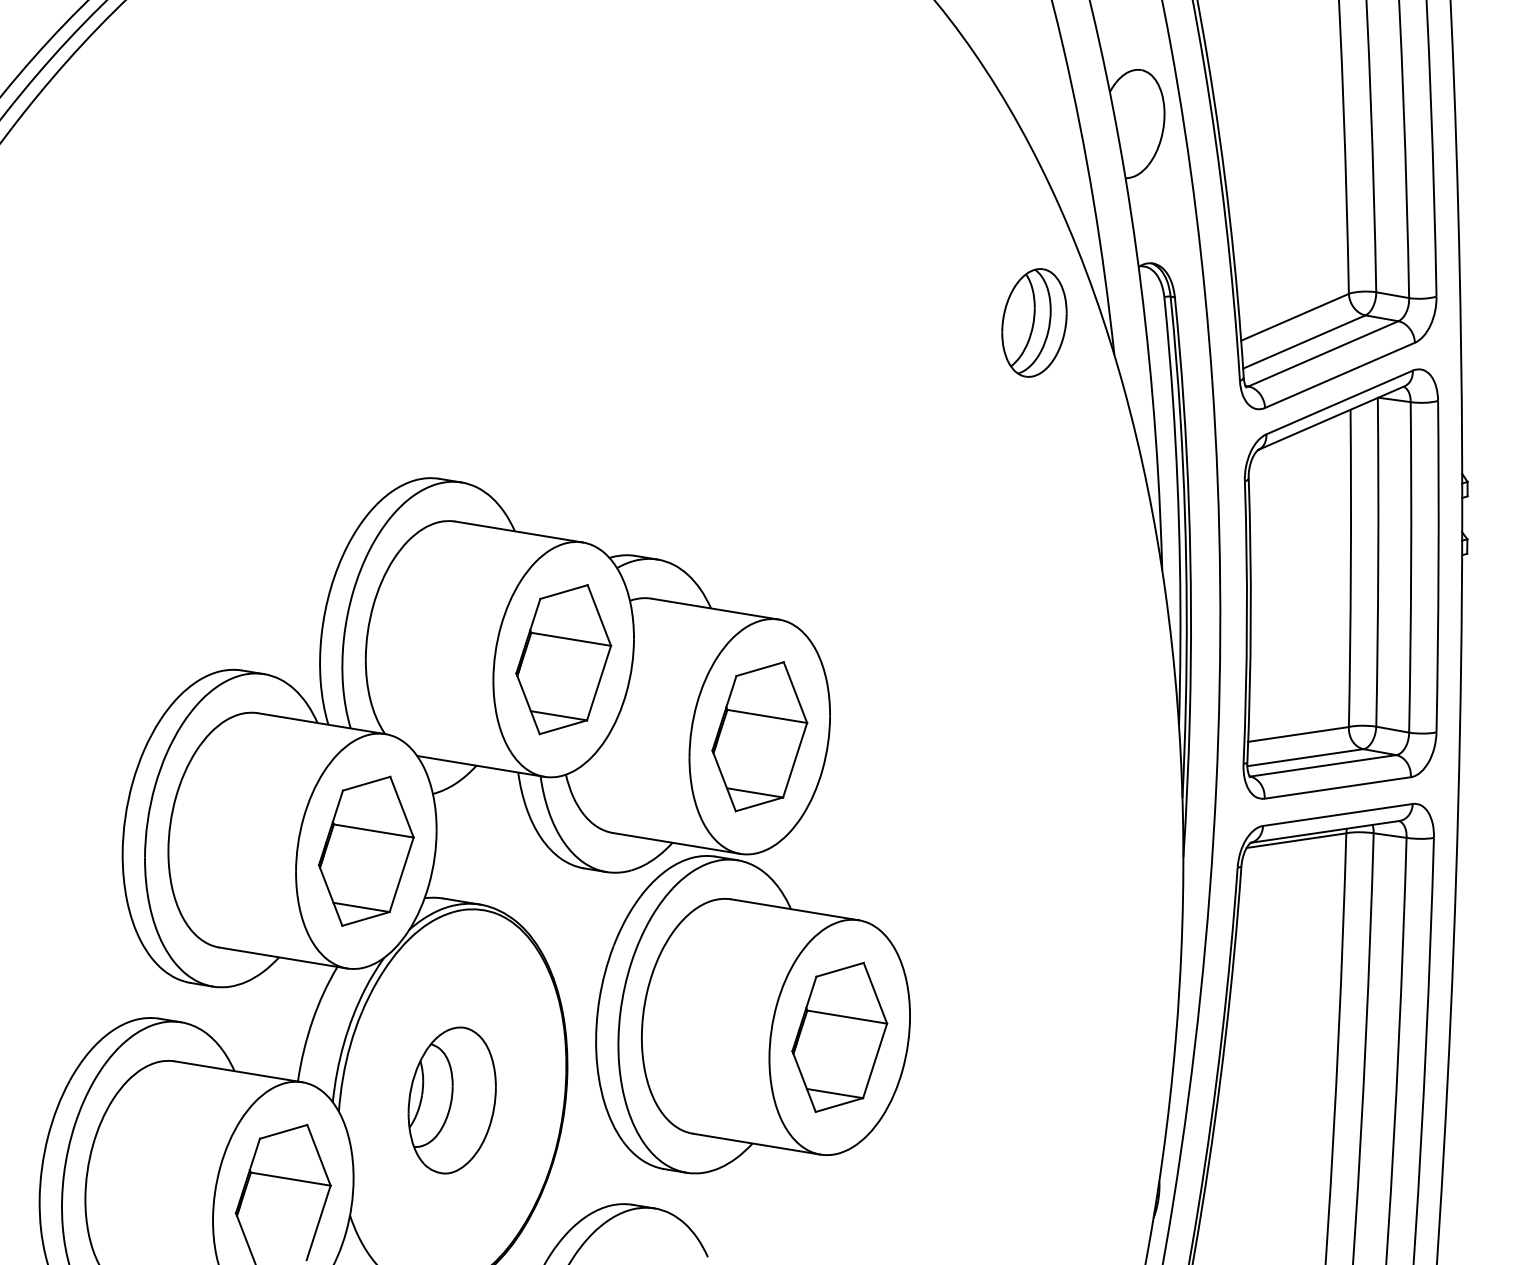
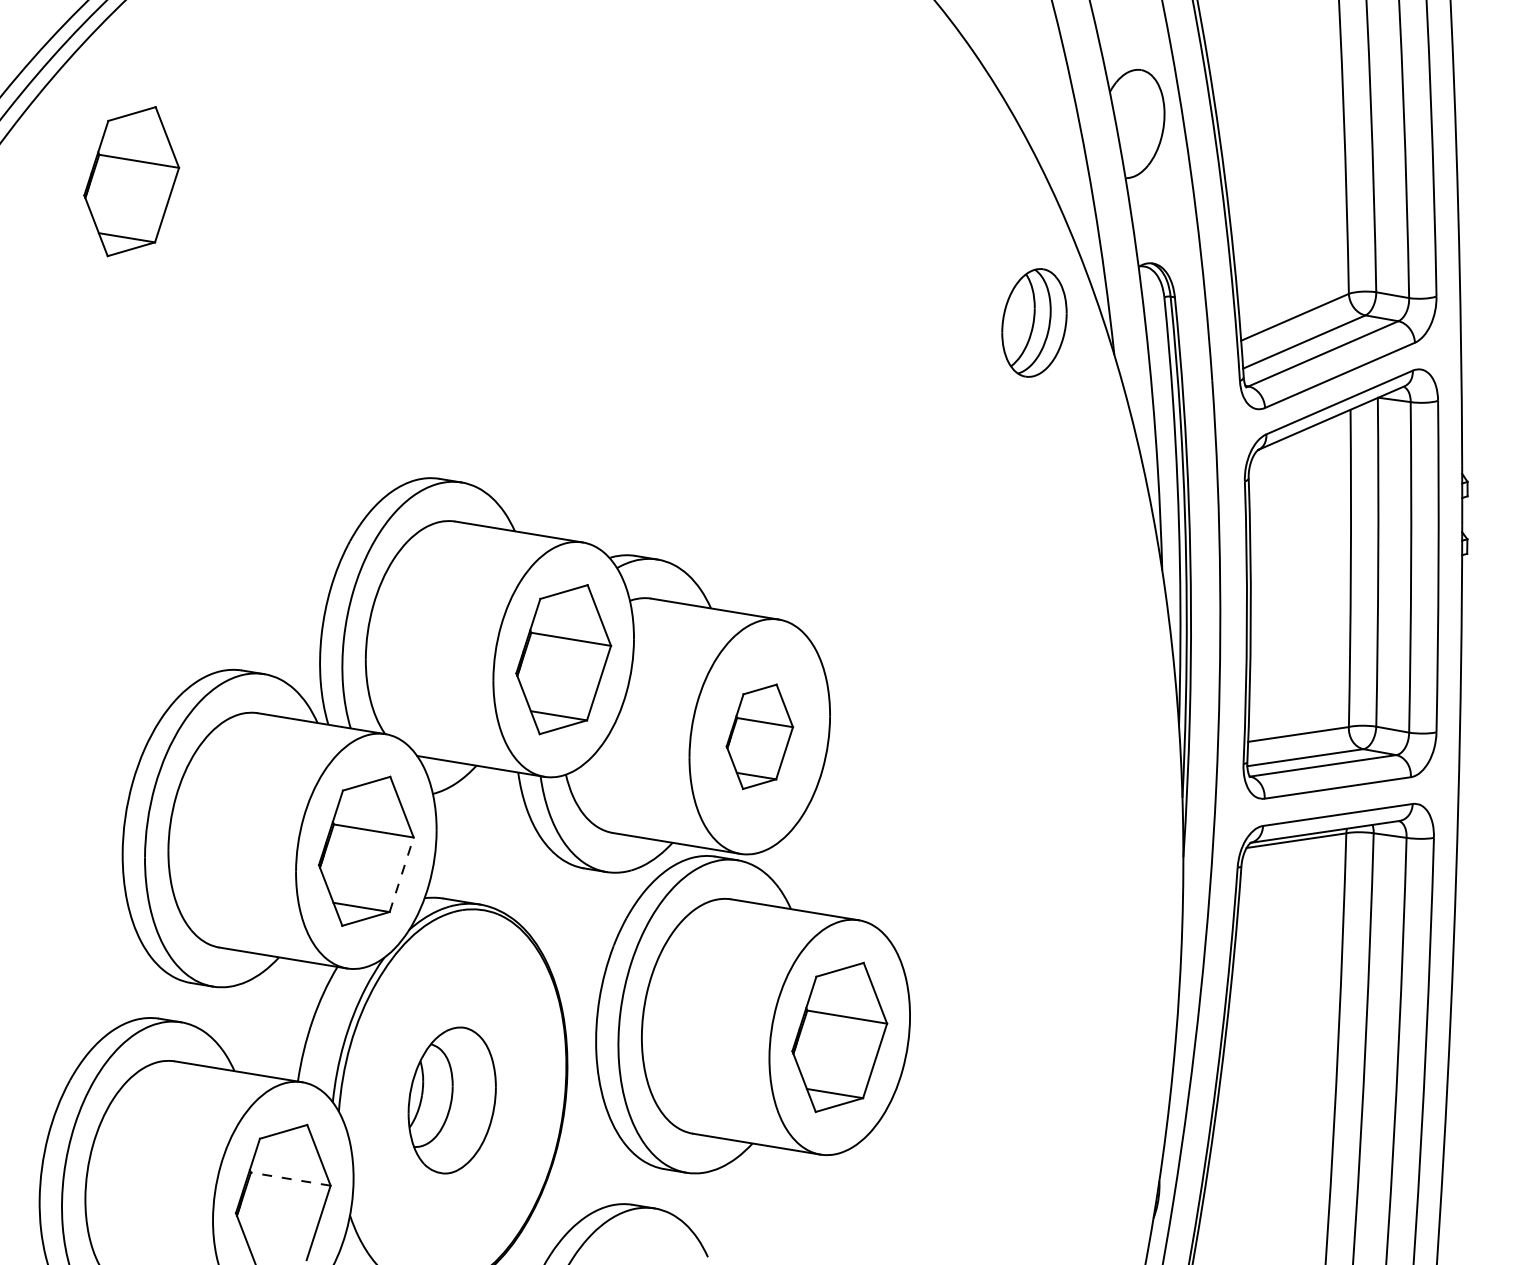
part at (131, 181): none -> present
part at (759, 736) size: 98x152 px -> 69x108 px
line at (401, 874): solid -> dashed
line at (290, 1179): solid -> dashed
